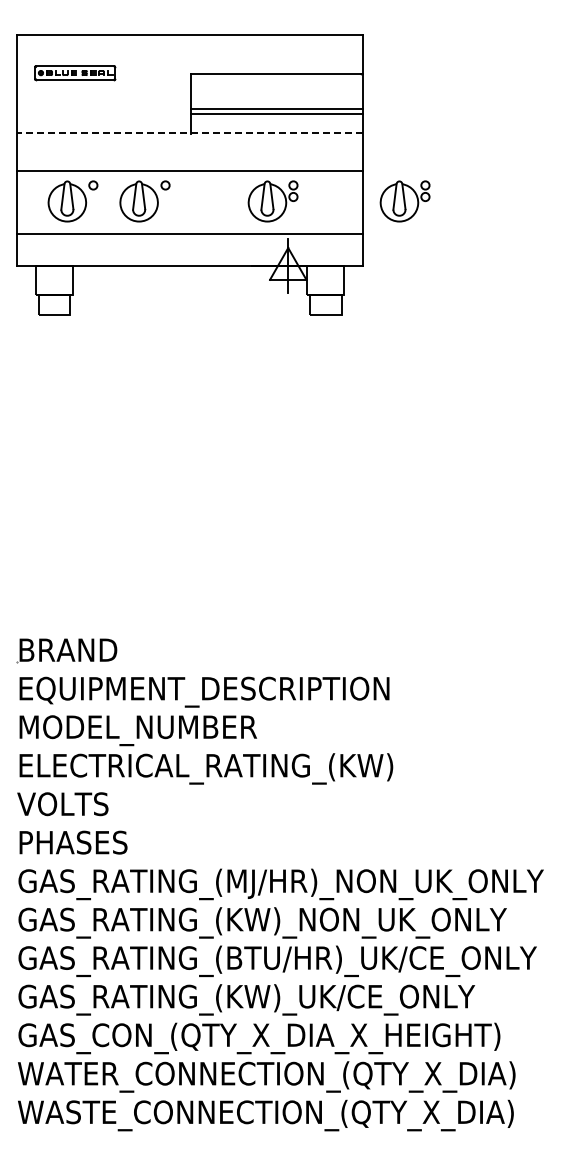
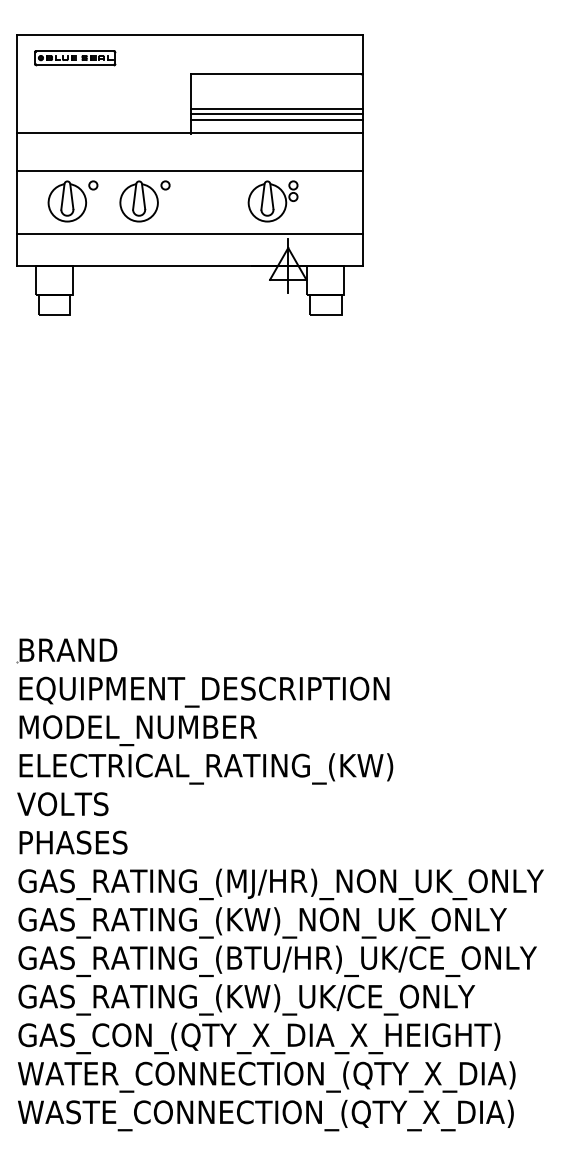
part at (75, 73) position: (75, 73) -> (75, 58)
line at (276, 119): none -> present
line at (189, 133): dashed -> solid
part at (404, 201): present -> none
